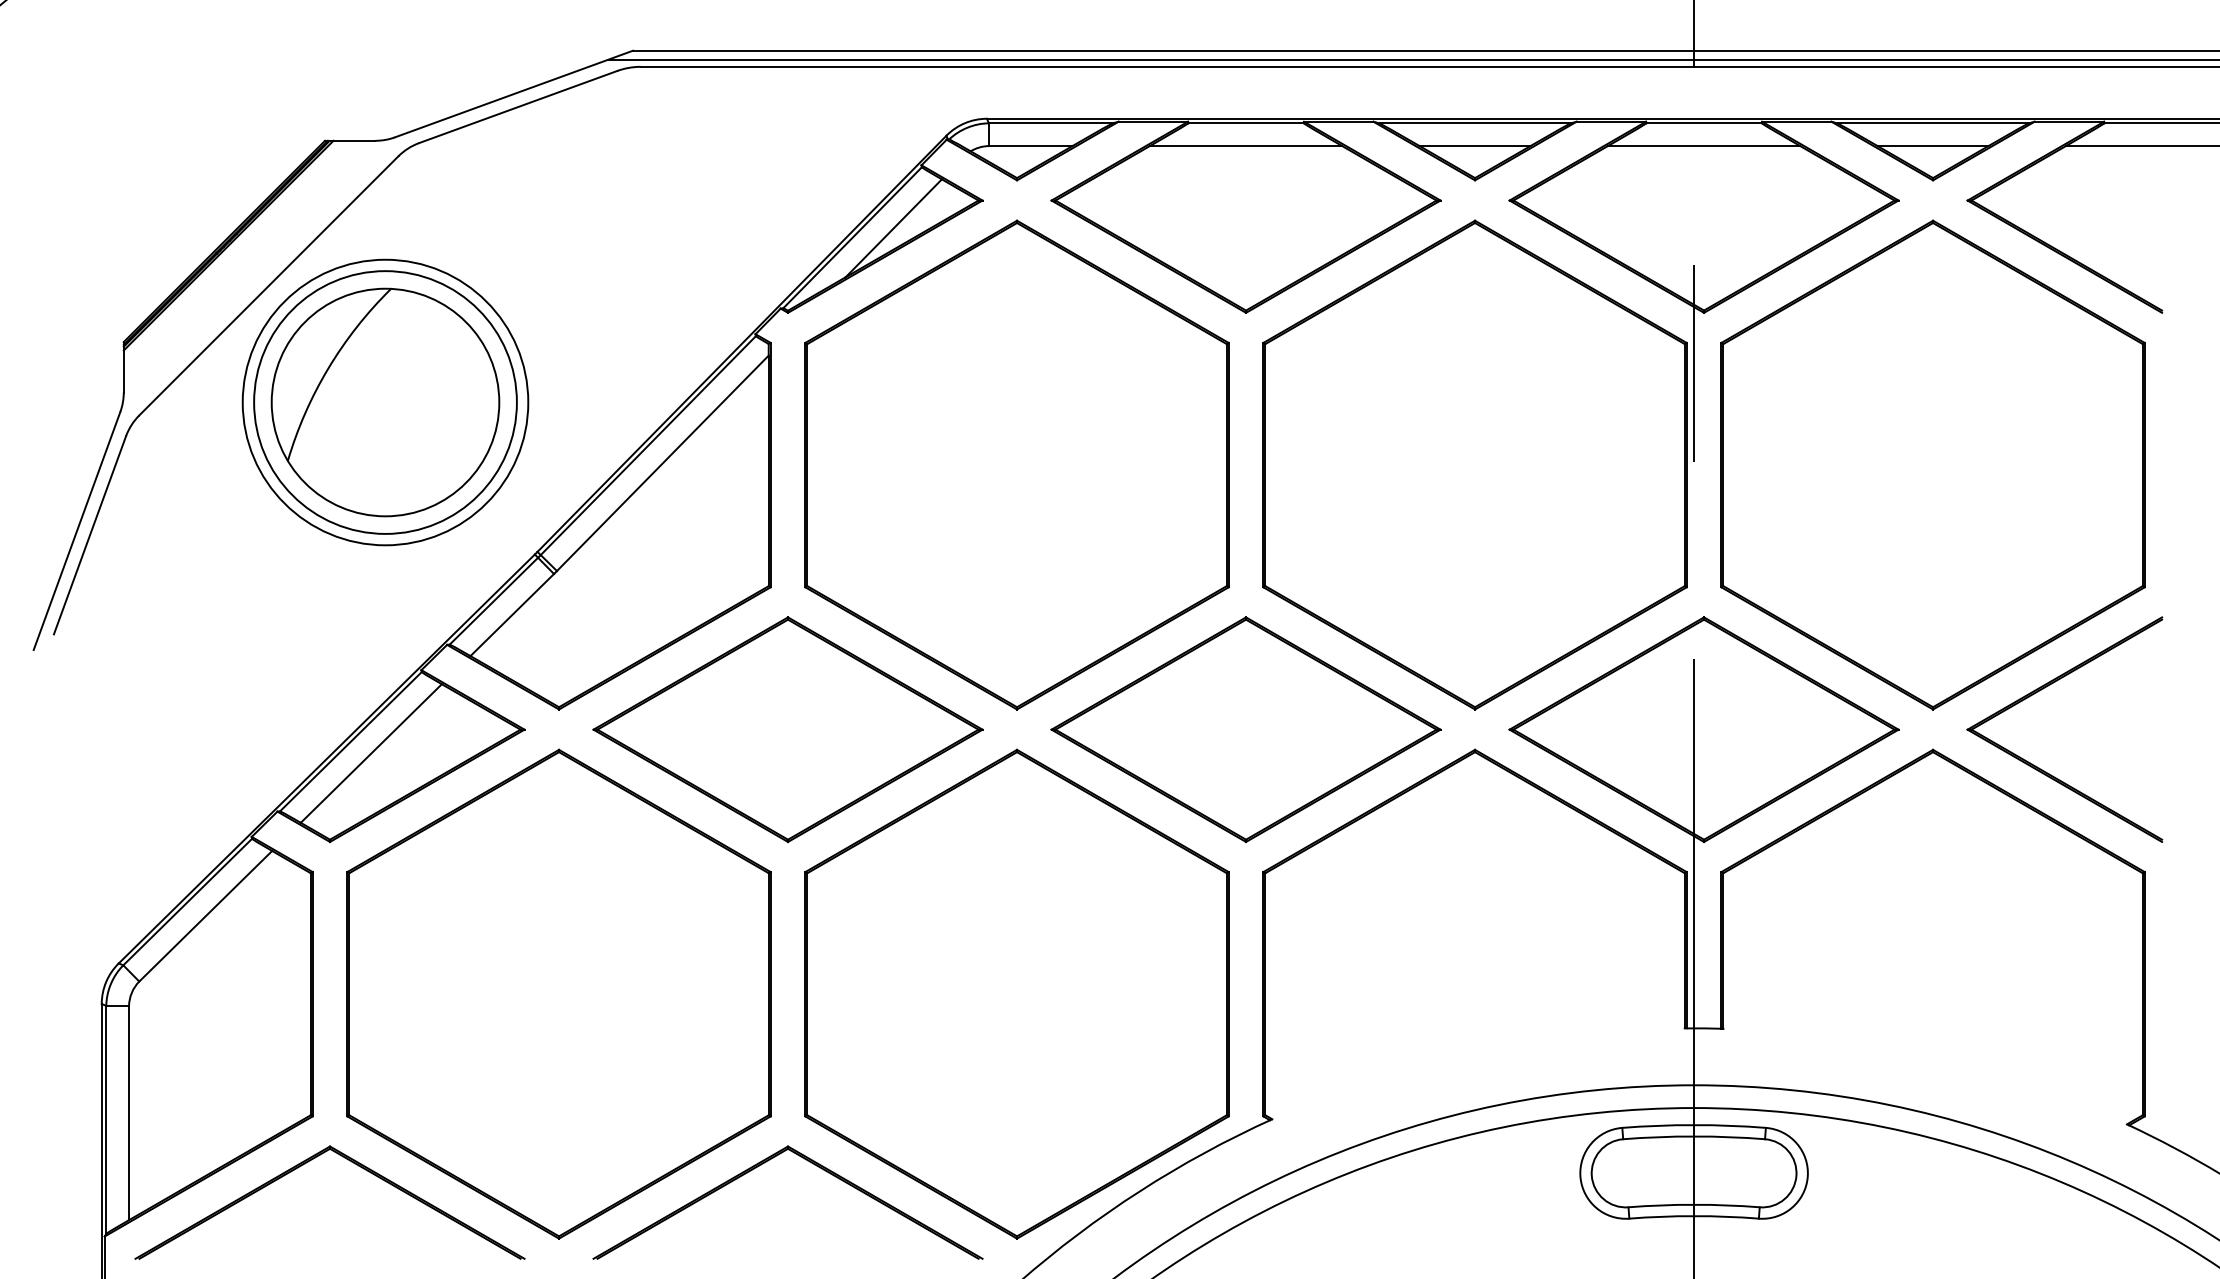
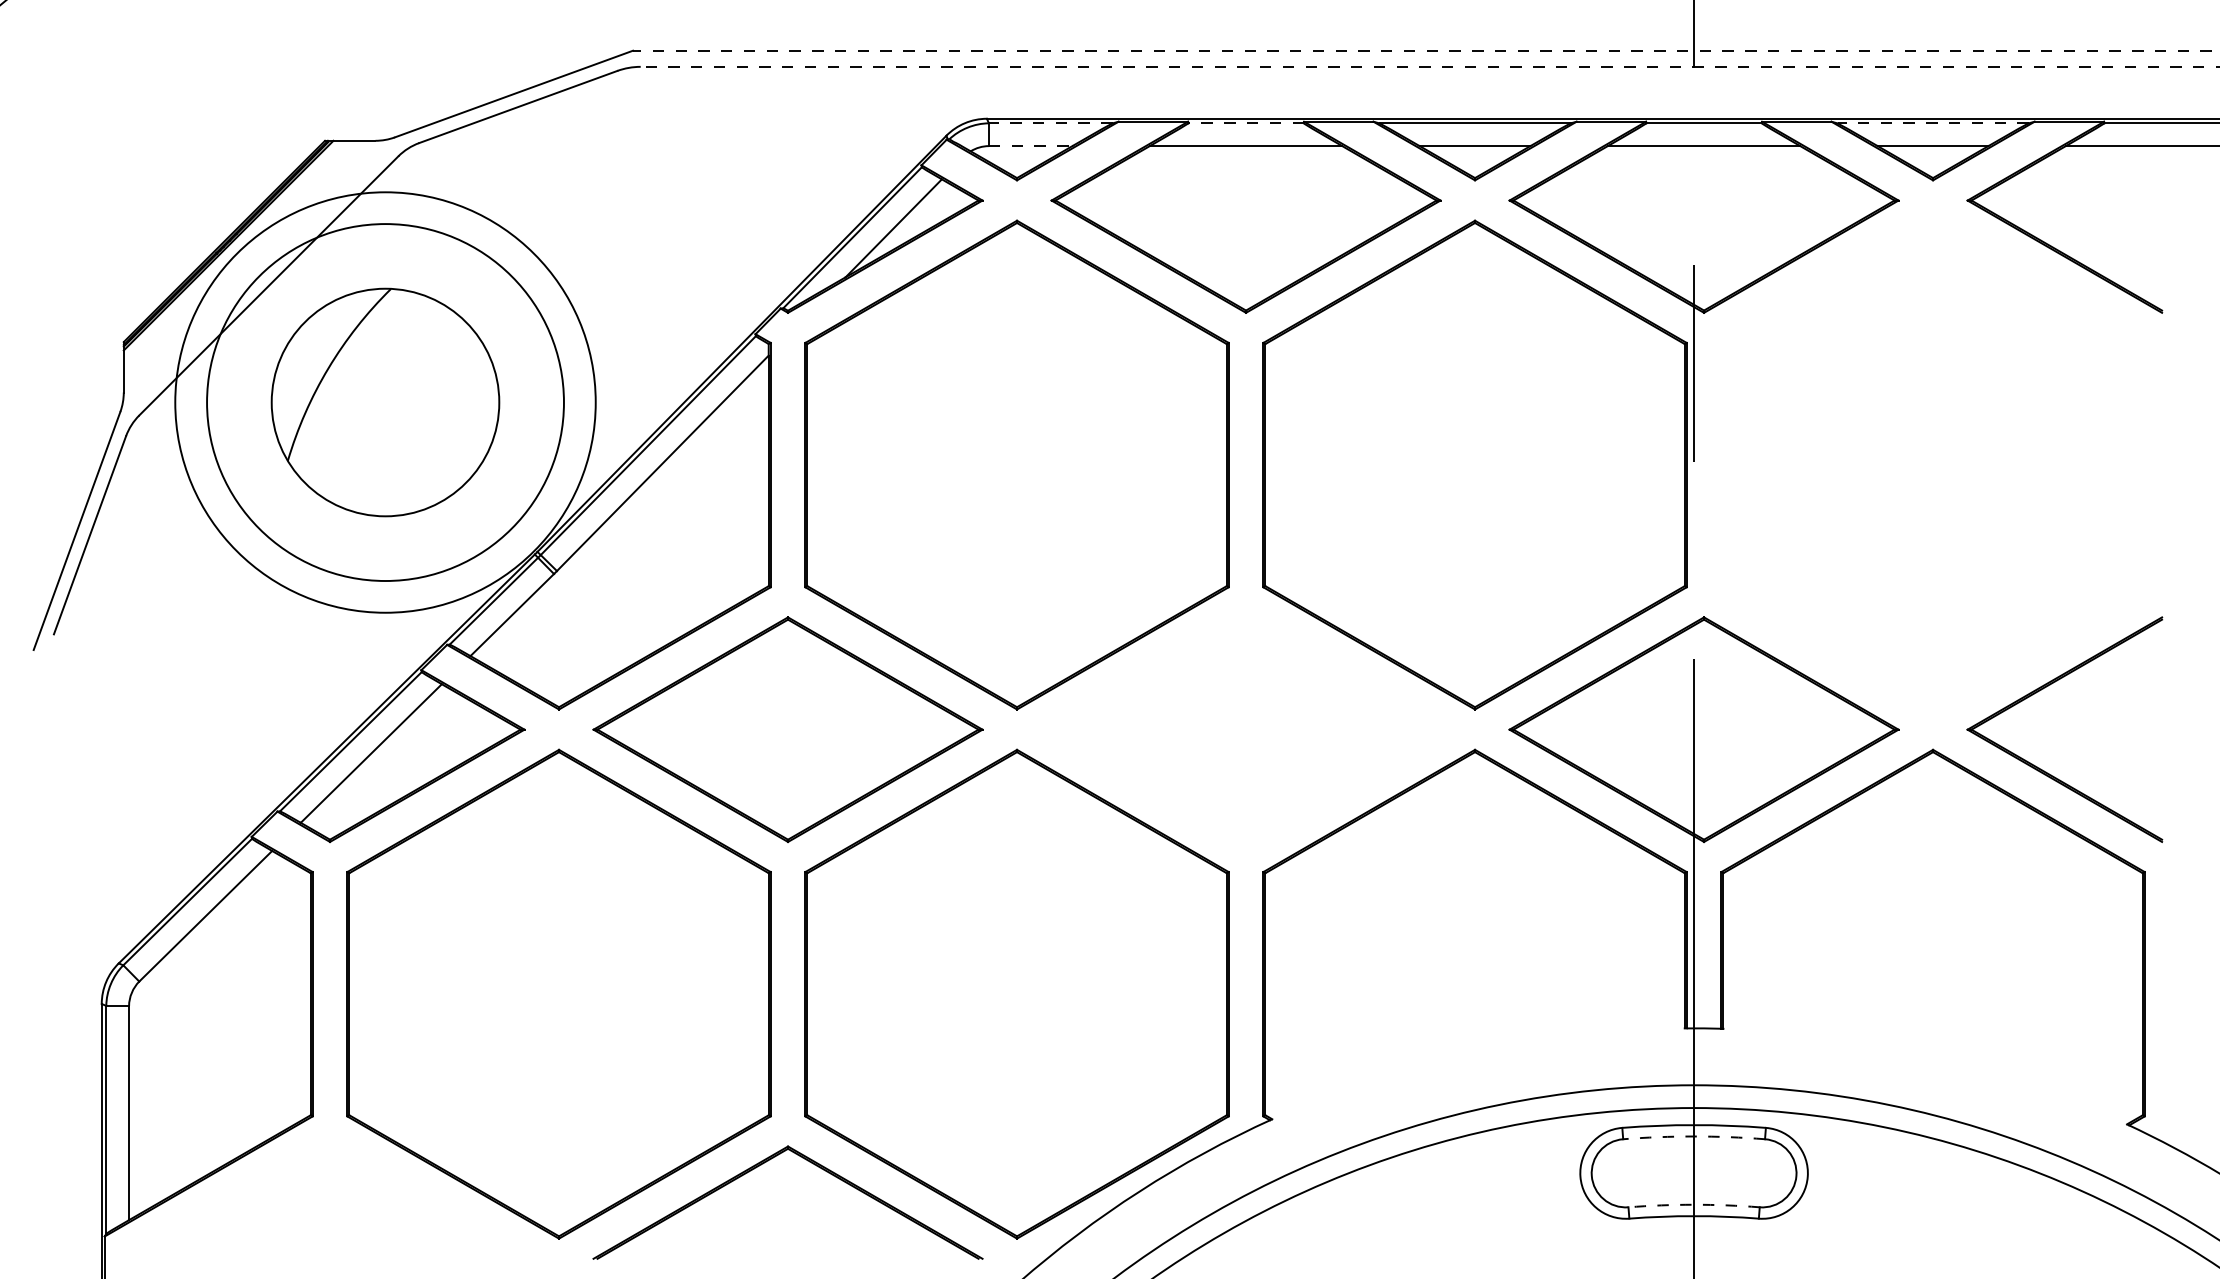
line at (1425, 50): solid -> dashed
line at (1412, 59): present -> none
line at (1429, 66): solid -> dashed
line at (1050, 123): solid -> dashed
line at (1246, 123): solid -> dashed
line at (1933, 123): solid -> dashed
line at (1030, 146): solid -> dashed
circle at (385, 402) diameter: 263 px -> 420 px
circle at (385, 402) diameter: 286 px -> 357 px
part at (1932, 464): present -> none
part at (1245, 729): present -> none
arc at (1694, 1136): solid -> dashed
part at (305, 1164): present -> none
arc at (1694, 1204): solid -> dashed
